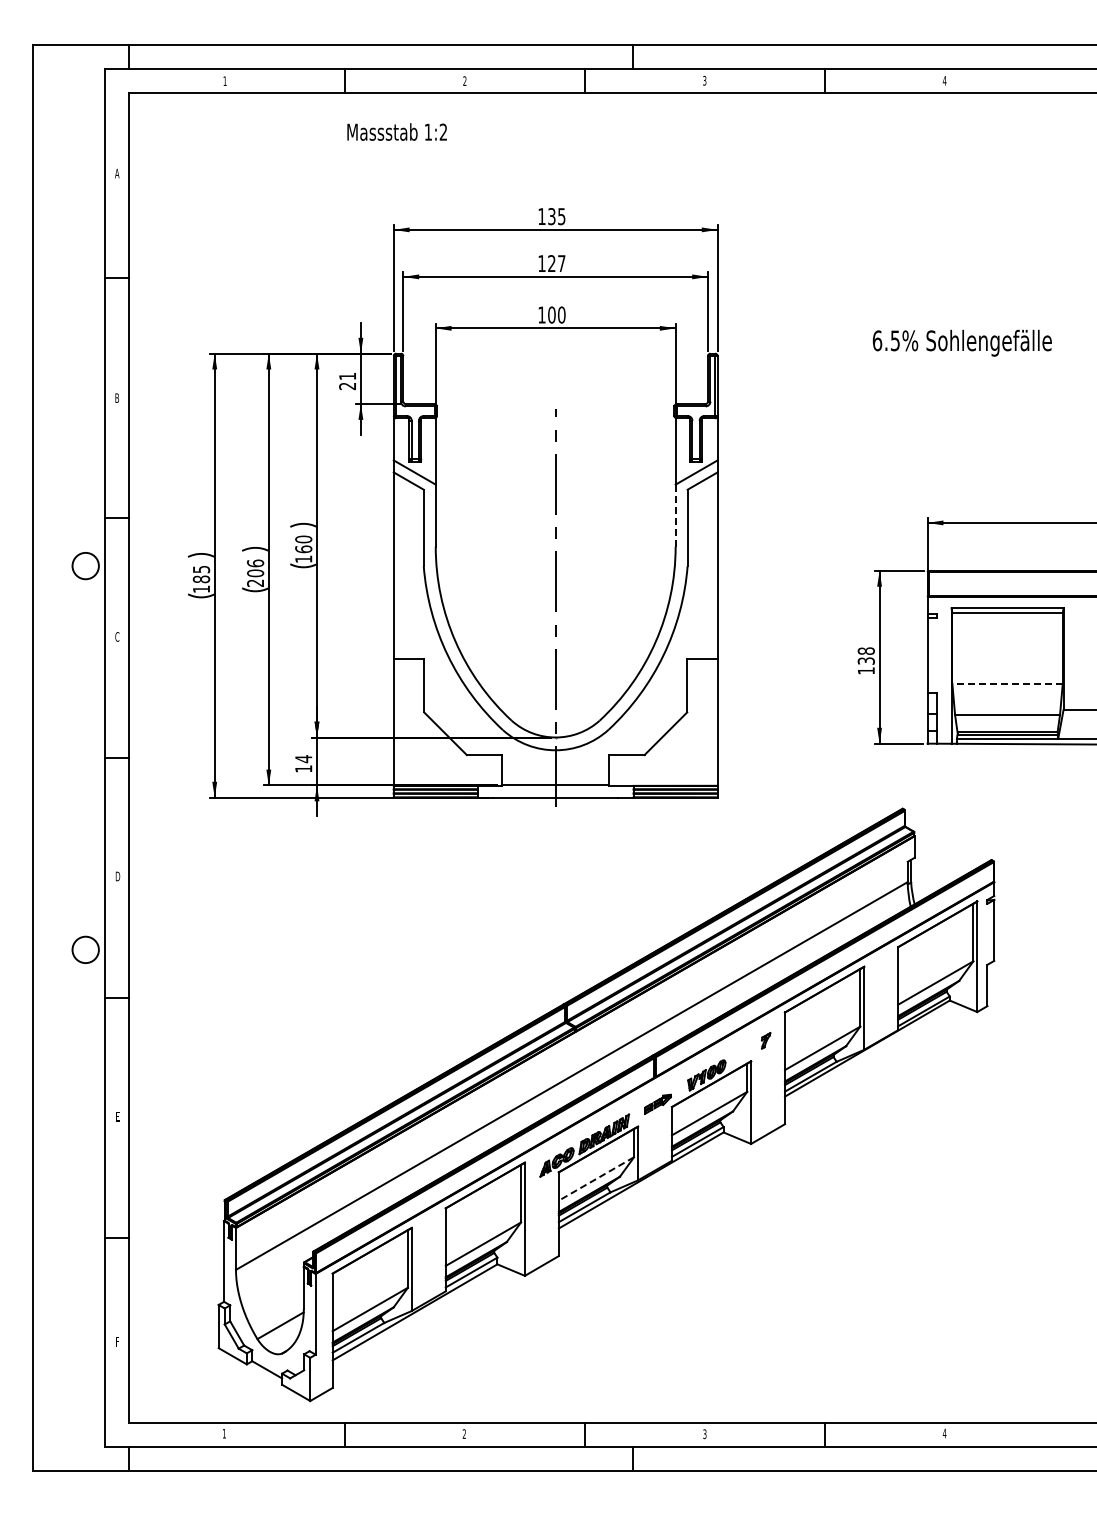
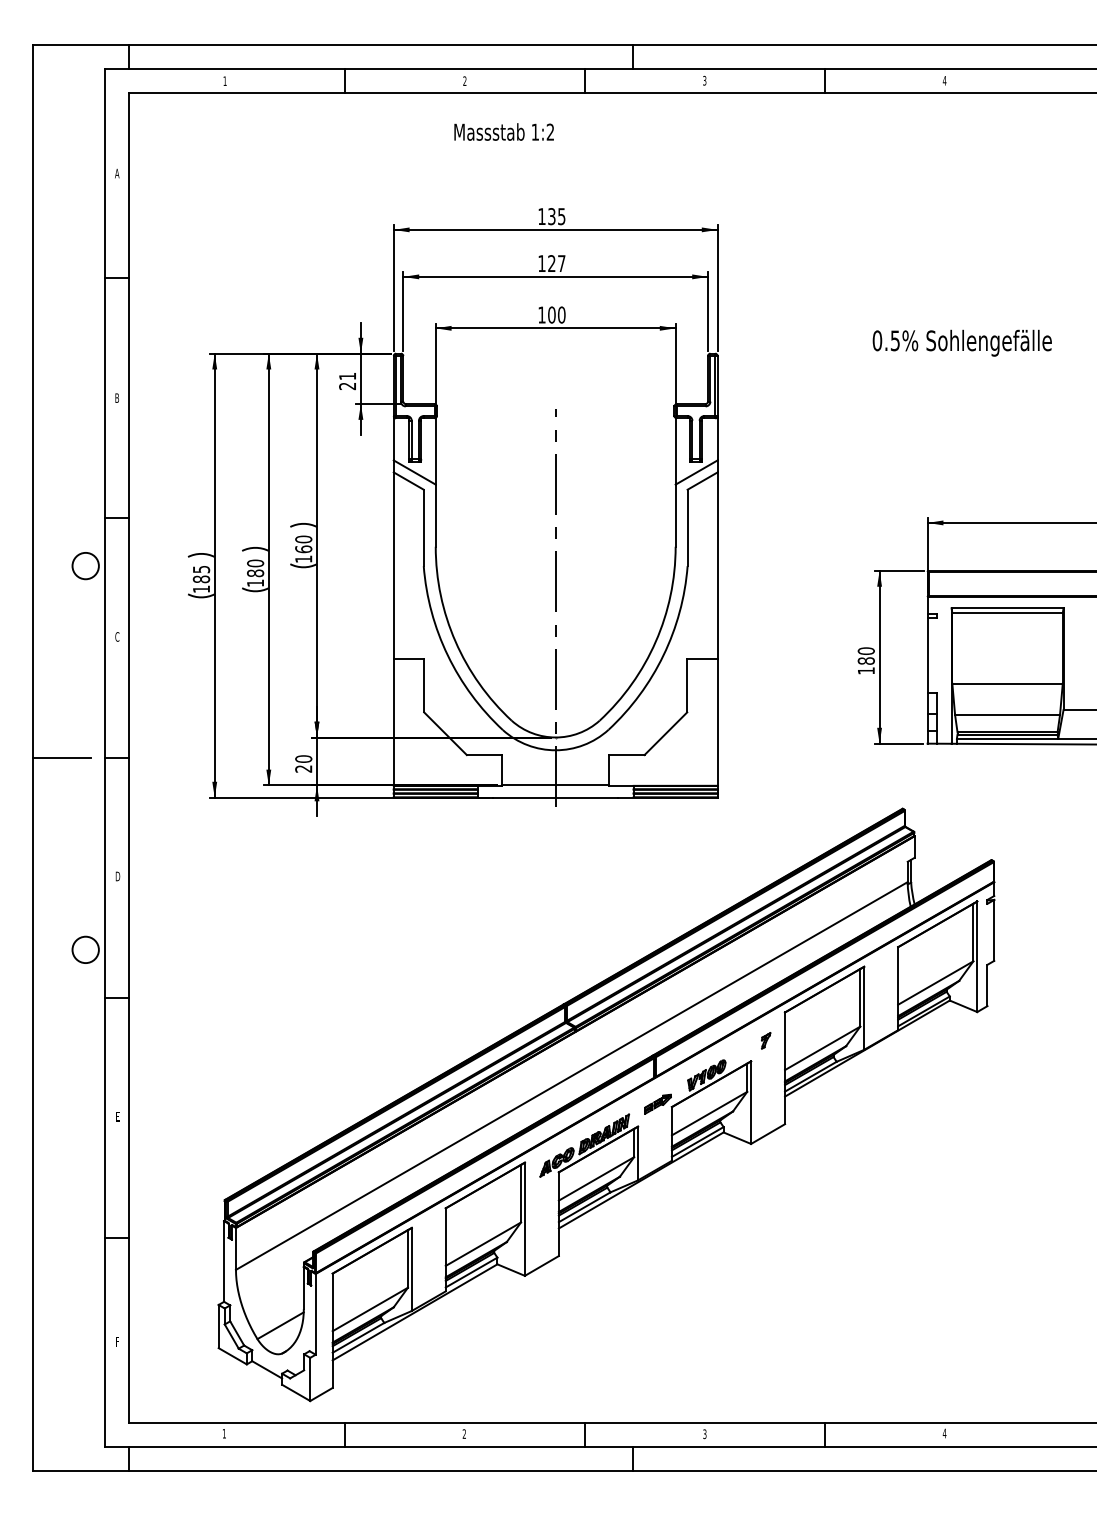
text at (396, 131) position: (396, 131) -> (503, 131)
text at (877, 340): 6.5% -> 0.5%
line at (675, 516): dashed -> solid
text at (255, 572): 206 -> 180
text at (865, 655): 138 -> 180
line at (1007, 683): dashed -> solid
line at (61, 758): none -> present
text at (303, 763): 14 -> 20
line at (596, 1179): dashed -> solid
